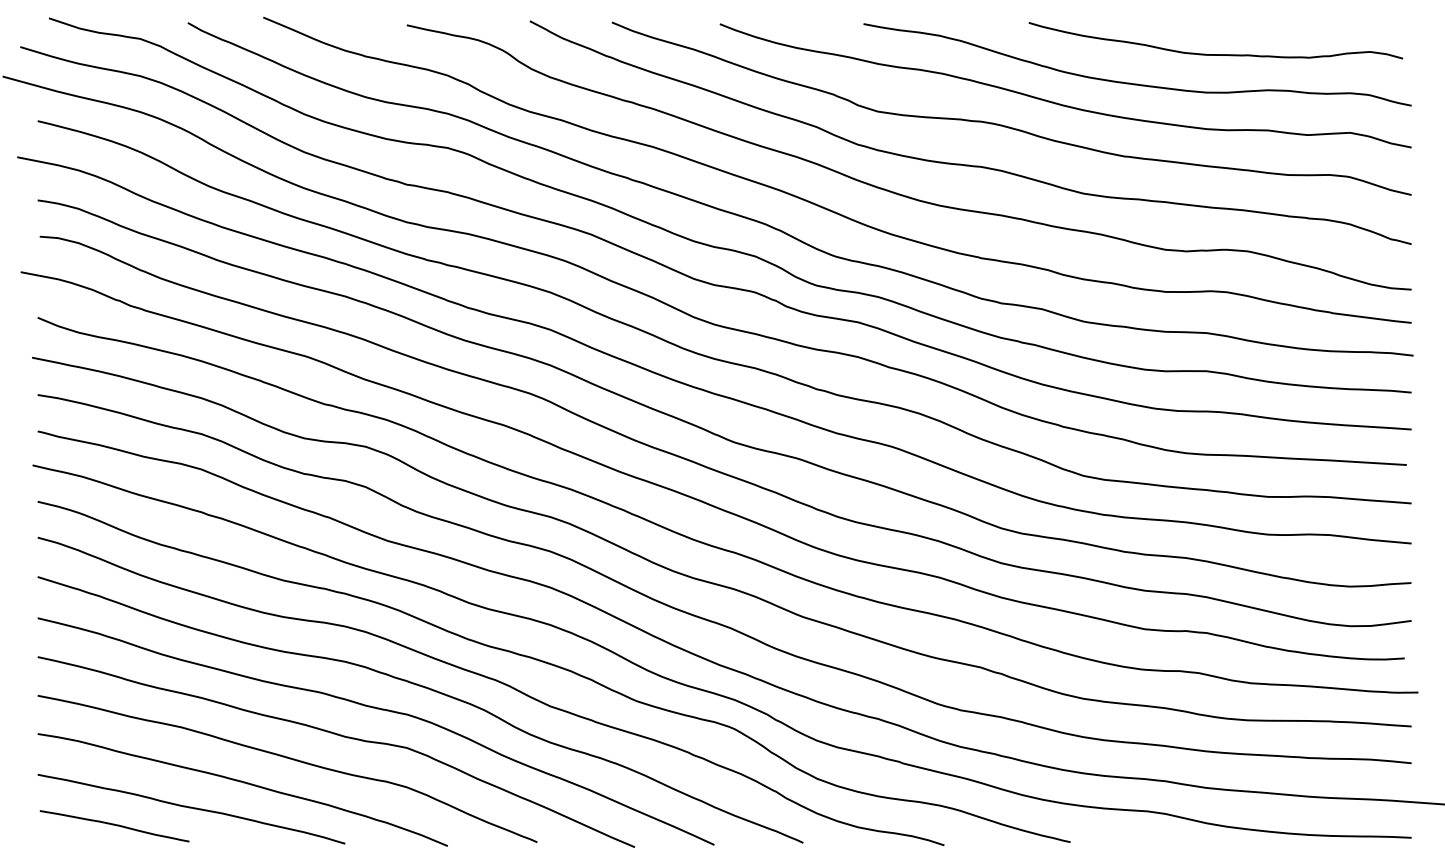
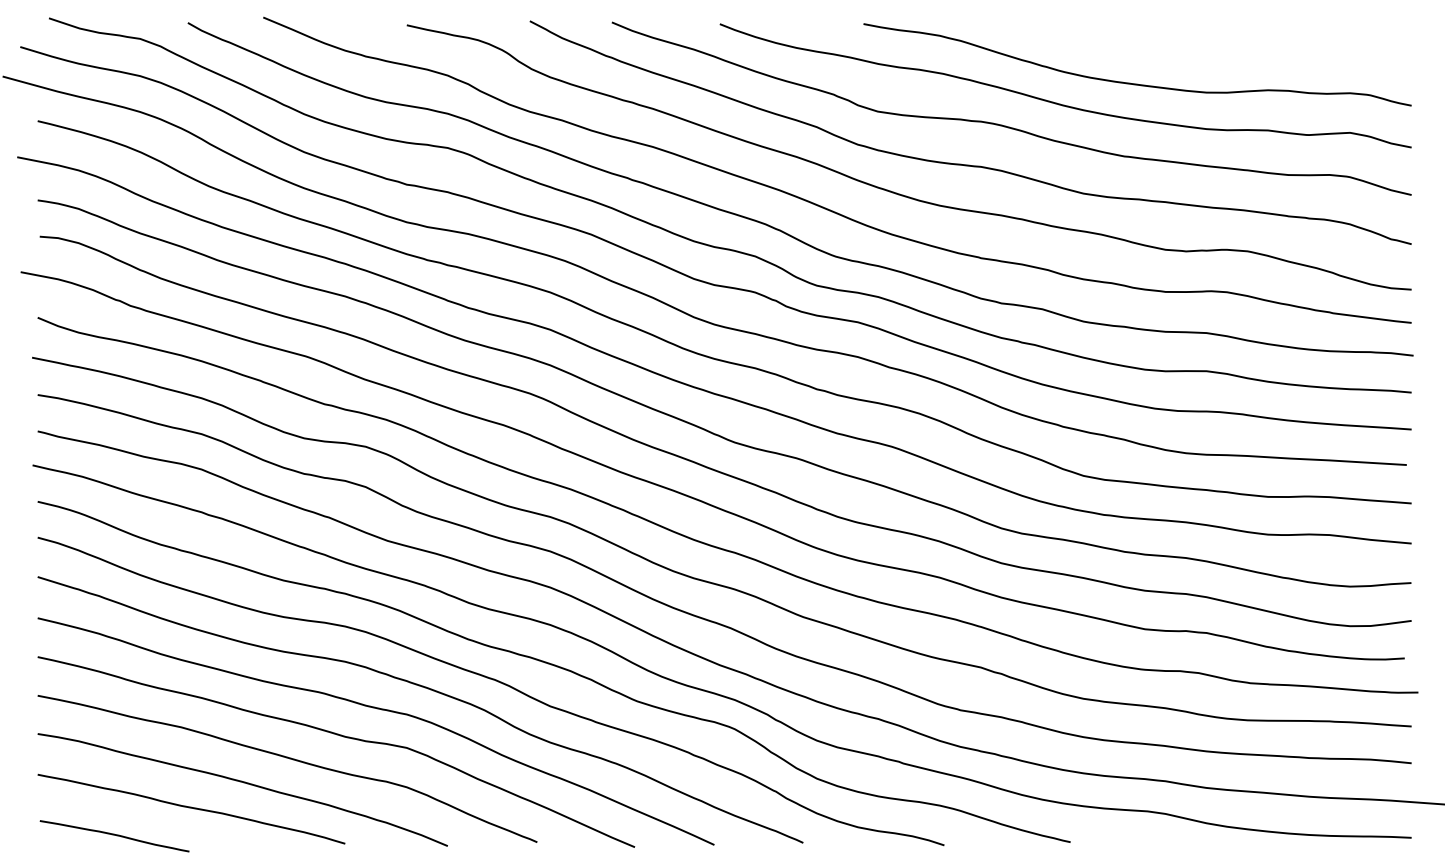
curve at (1215, 54): present -> none
curve at (114, 825) position: (114, 825) -> (114, 835)
